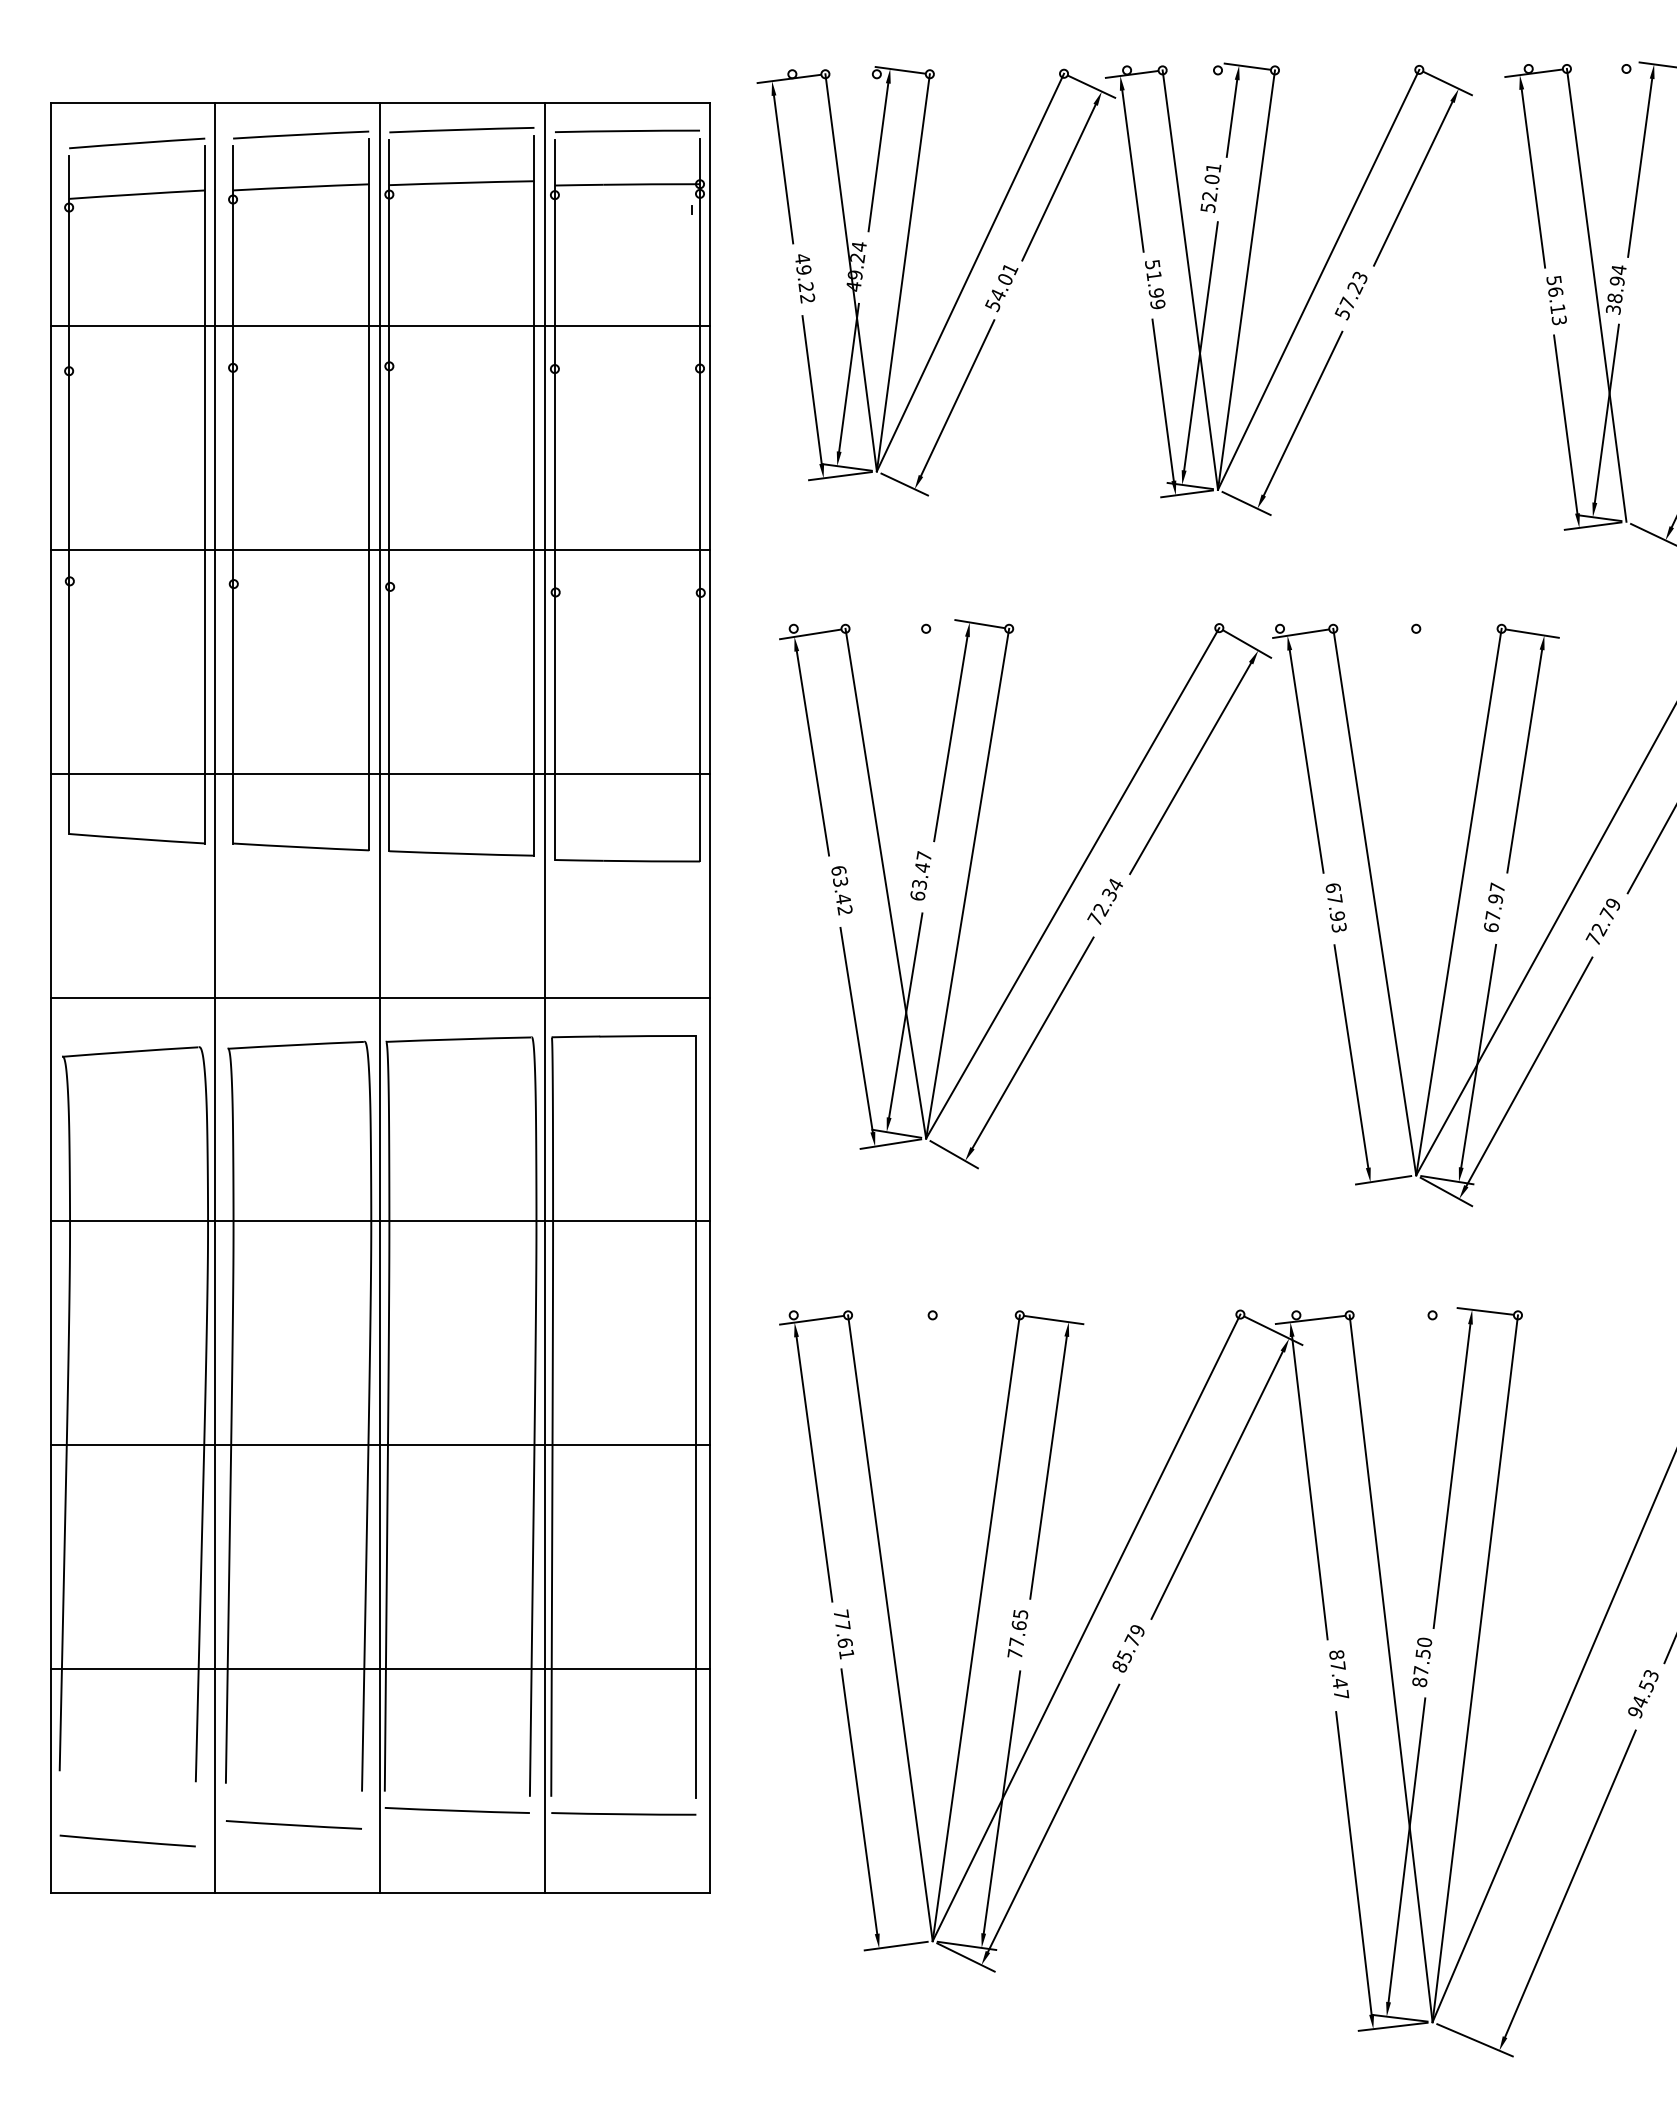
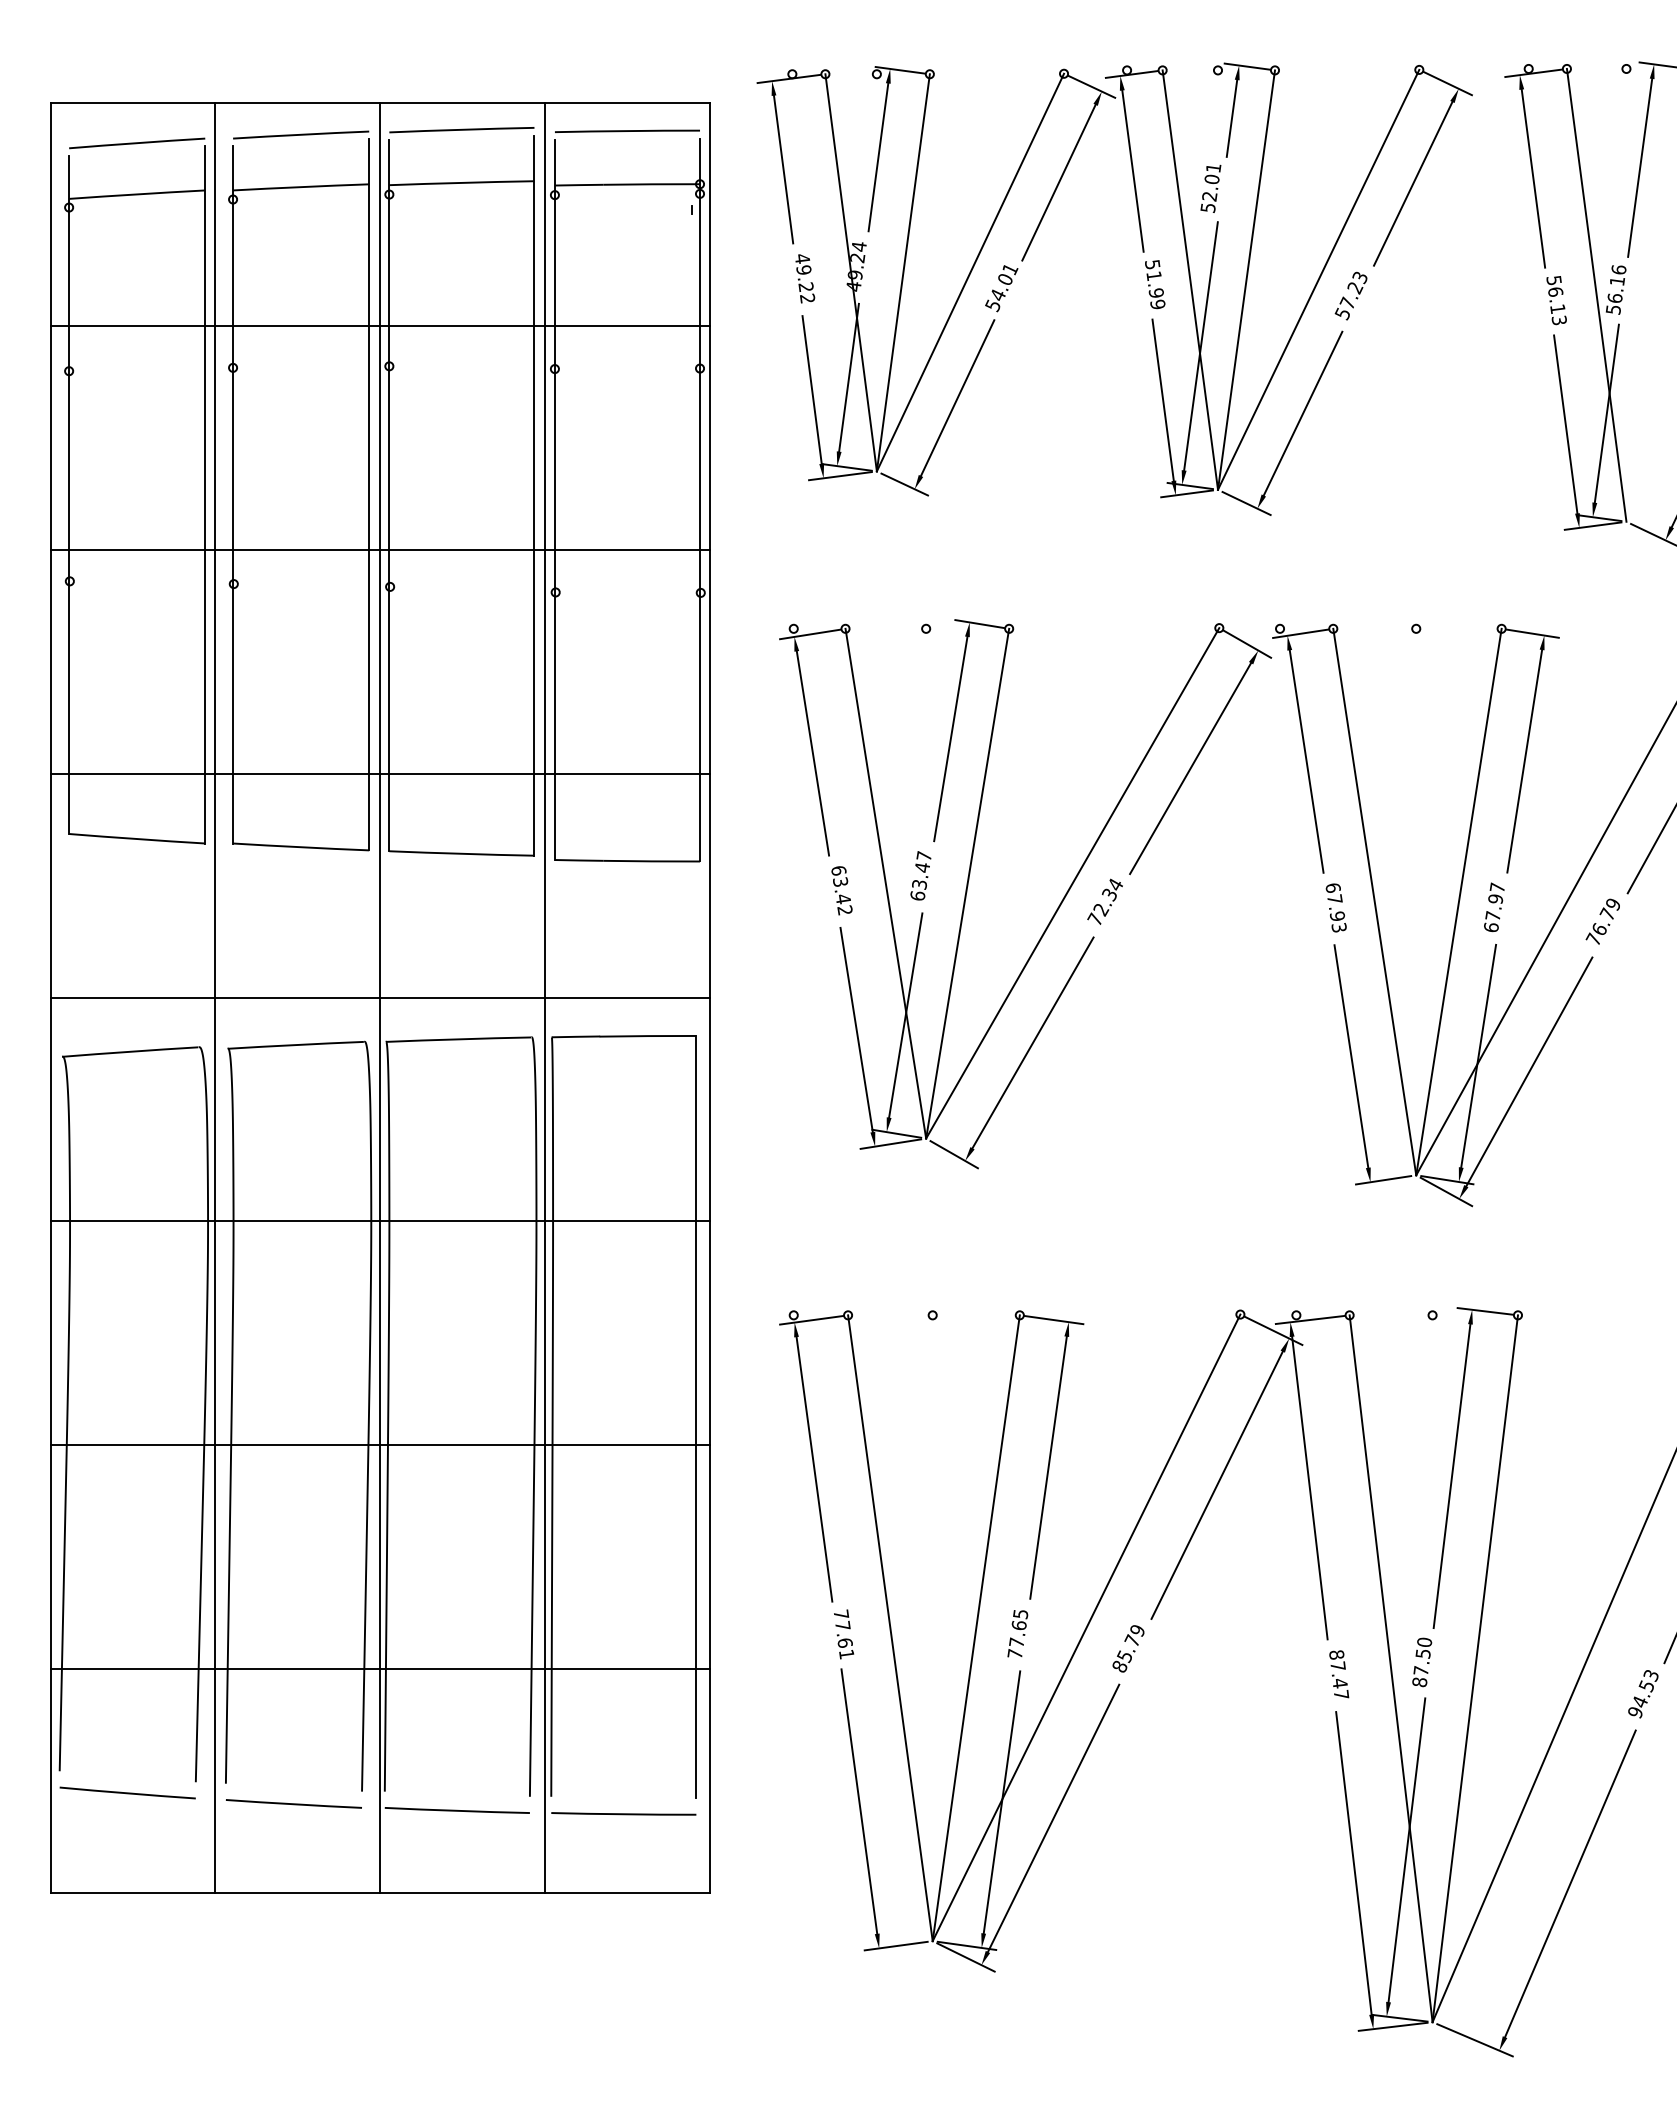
text at (1615, 289): 38.94 -> 56.16
text at (1599, 929): 72.79 -> 76.79
line at (293, 1824) position: (293, 1824) -> (293, 1803)
line at (127, 1840) position: (127, 1840) -> (127, 1792)
